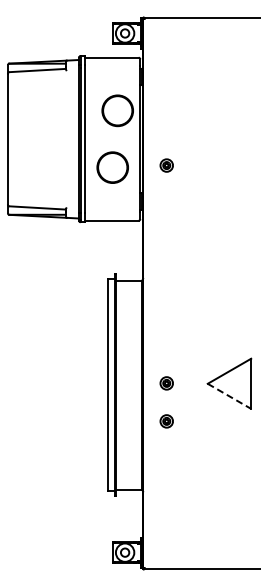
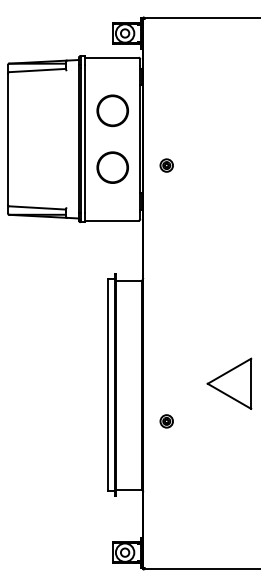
part at (117, 110) position: (117, 110) -> (112, 110)
part at (166, 383): present -> none
line at (229, 396): dashed -> solid
